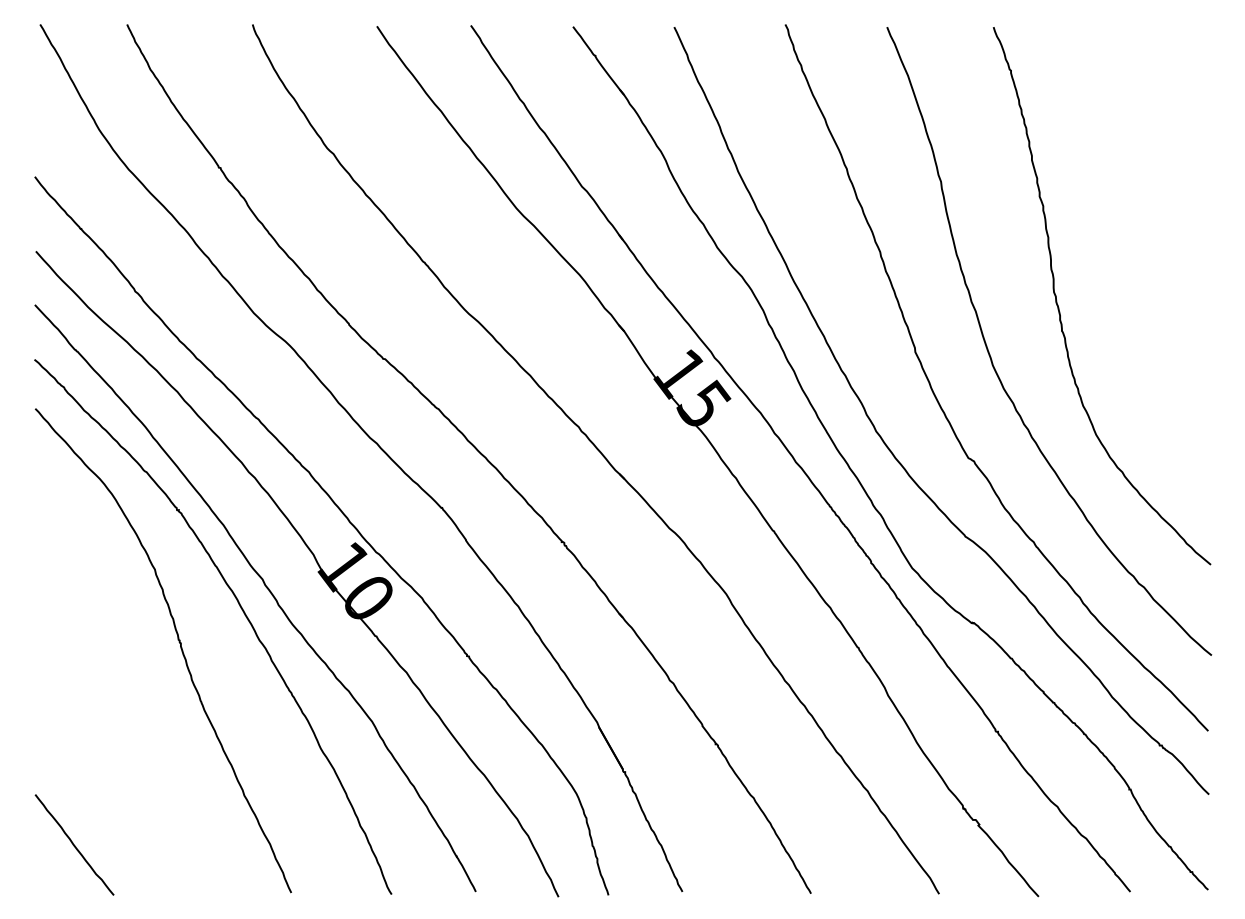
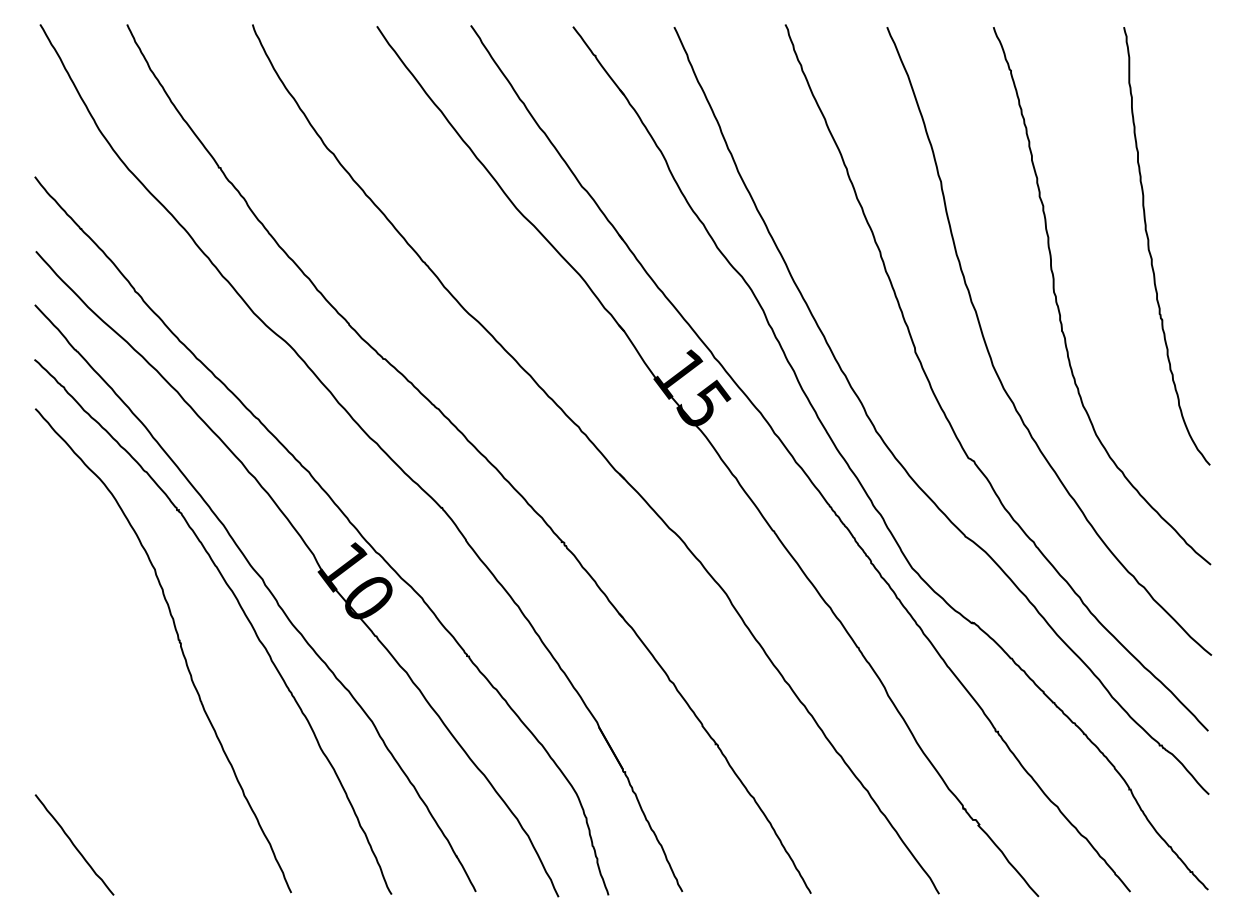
curve at (1150, 251): none -> present
